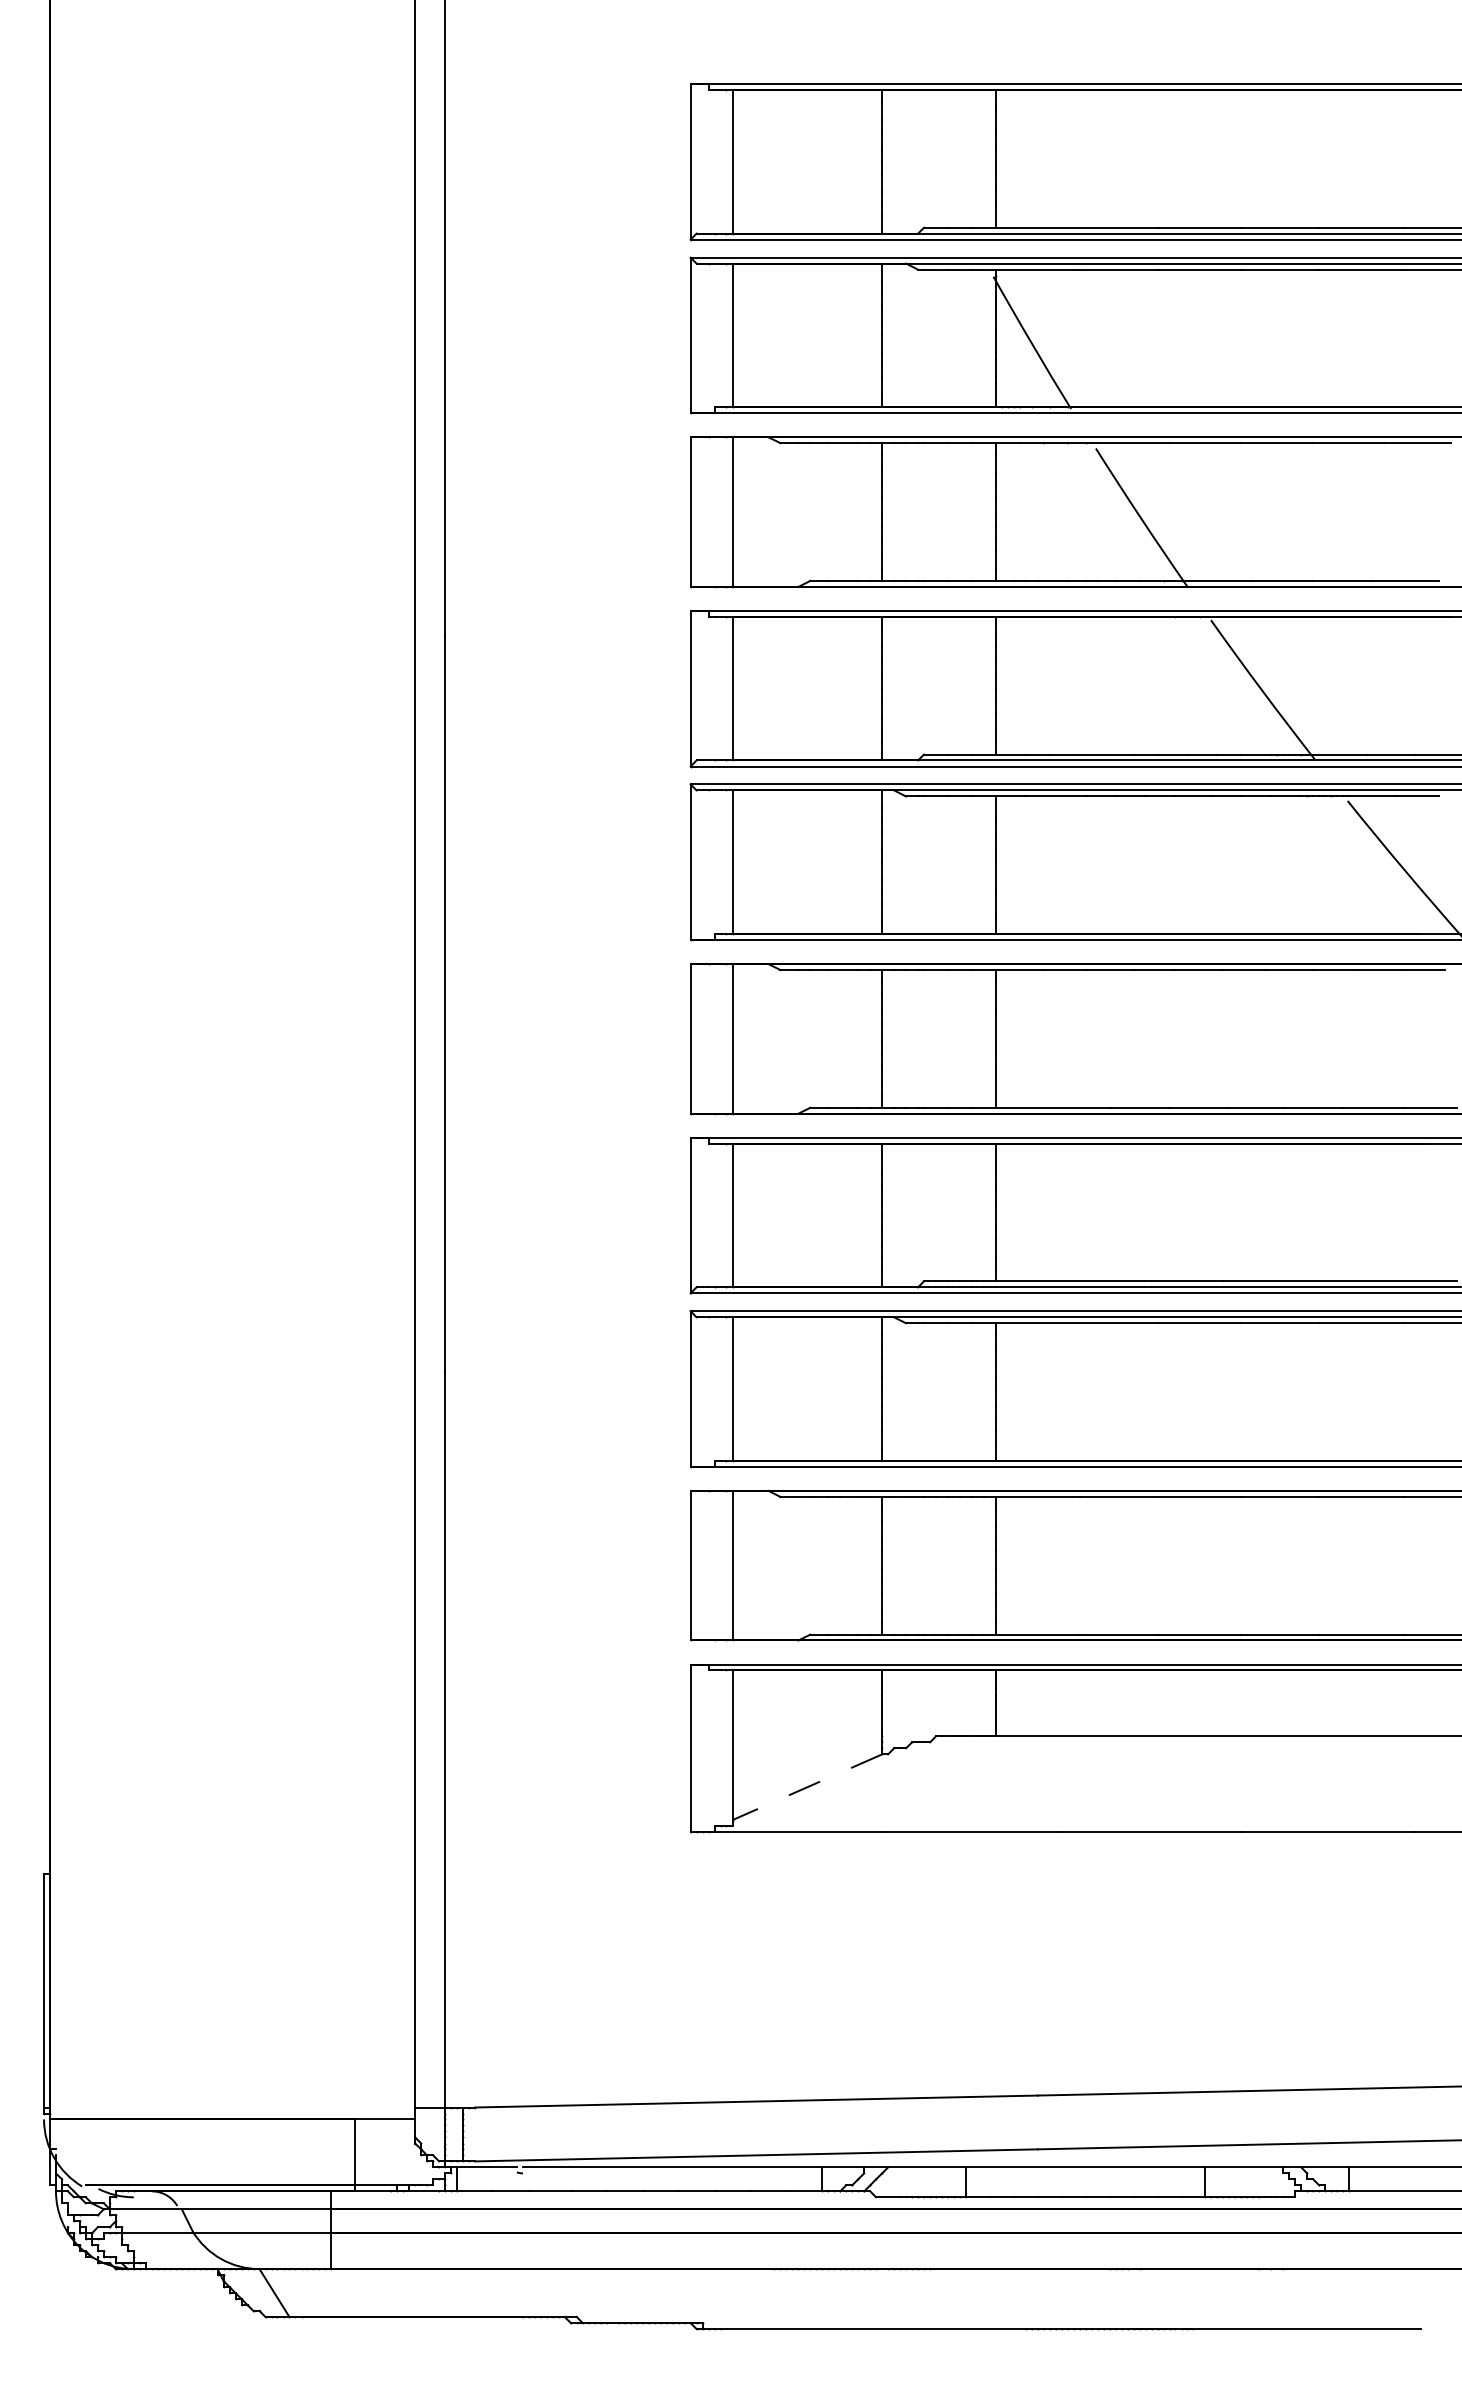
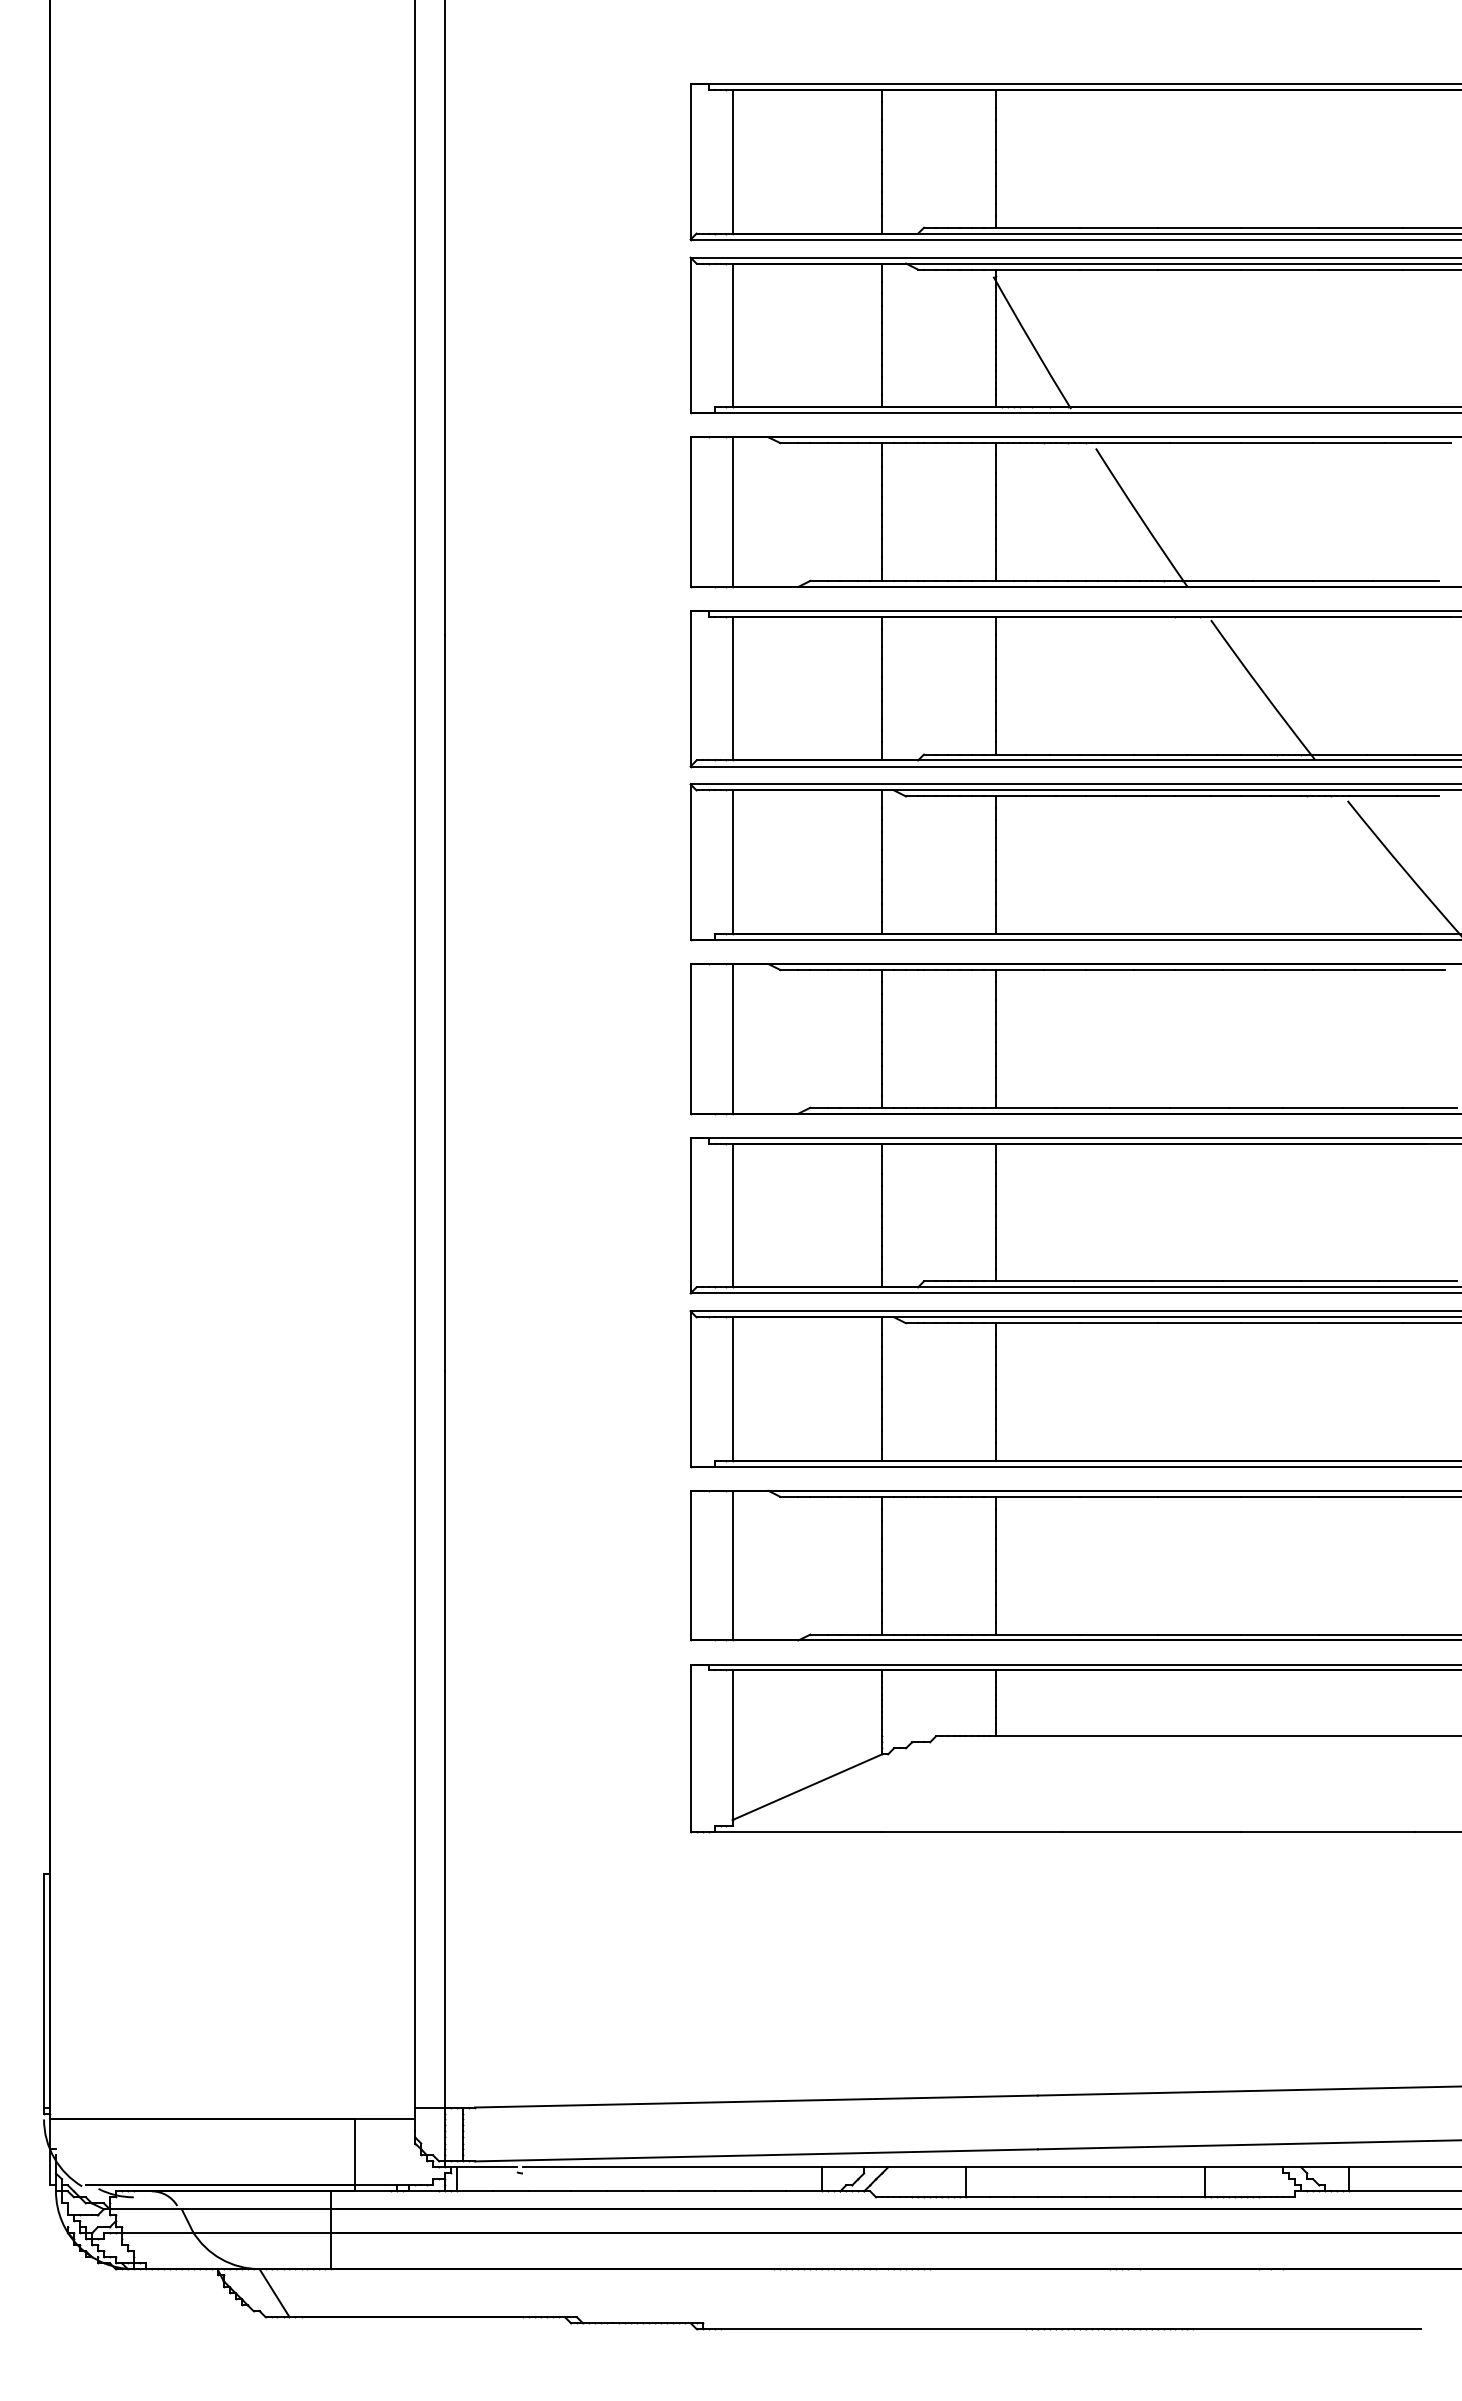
line at (807, 1787): dashed -> solid
